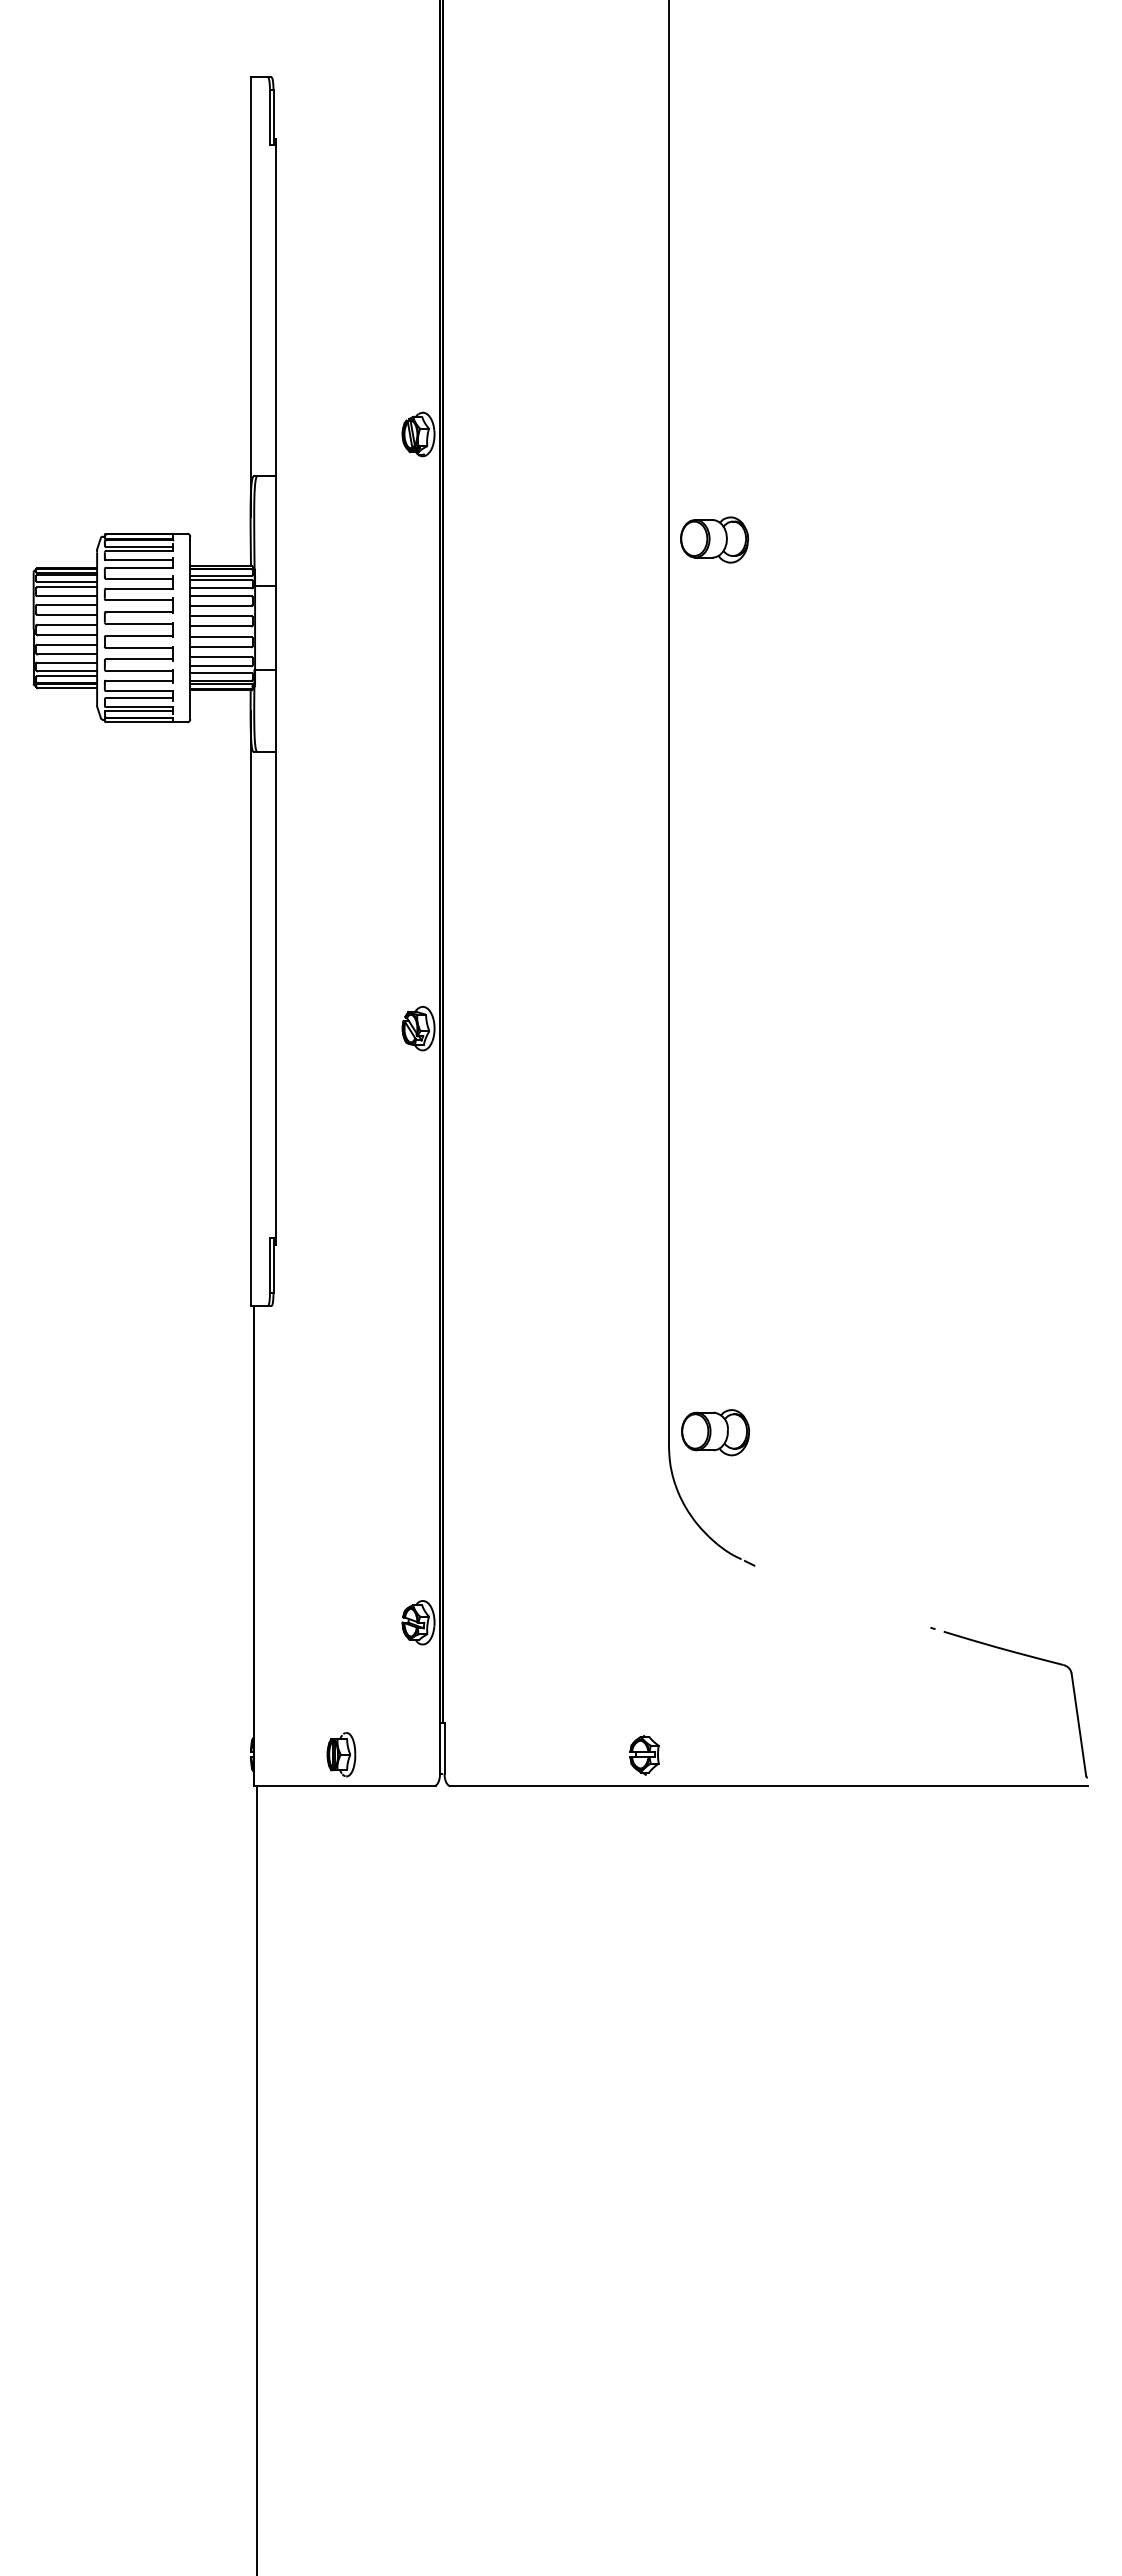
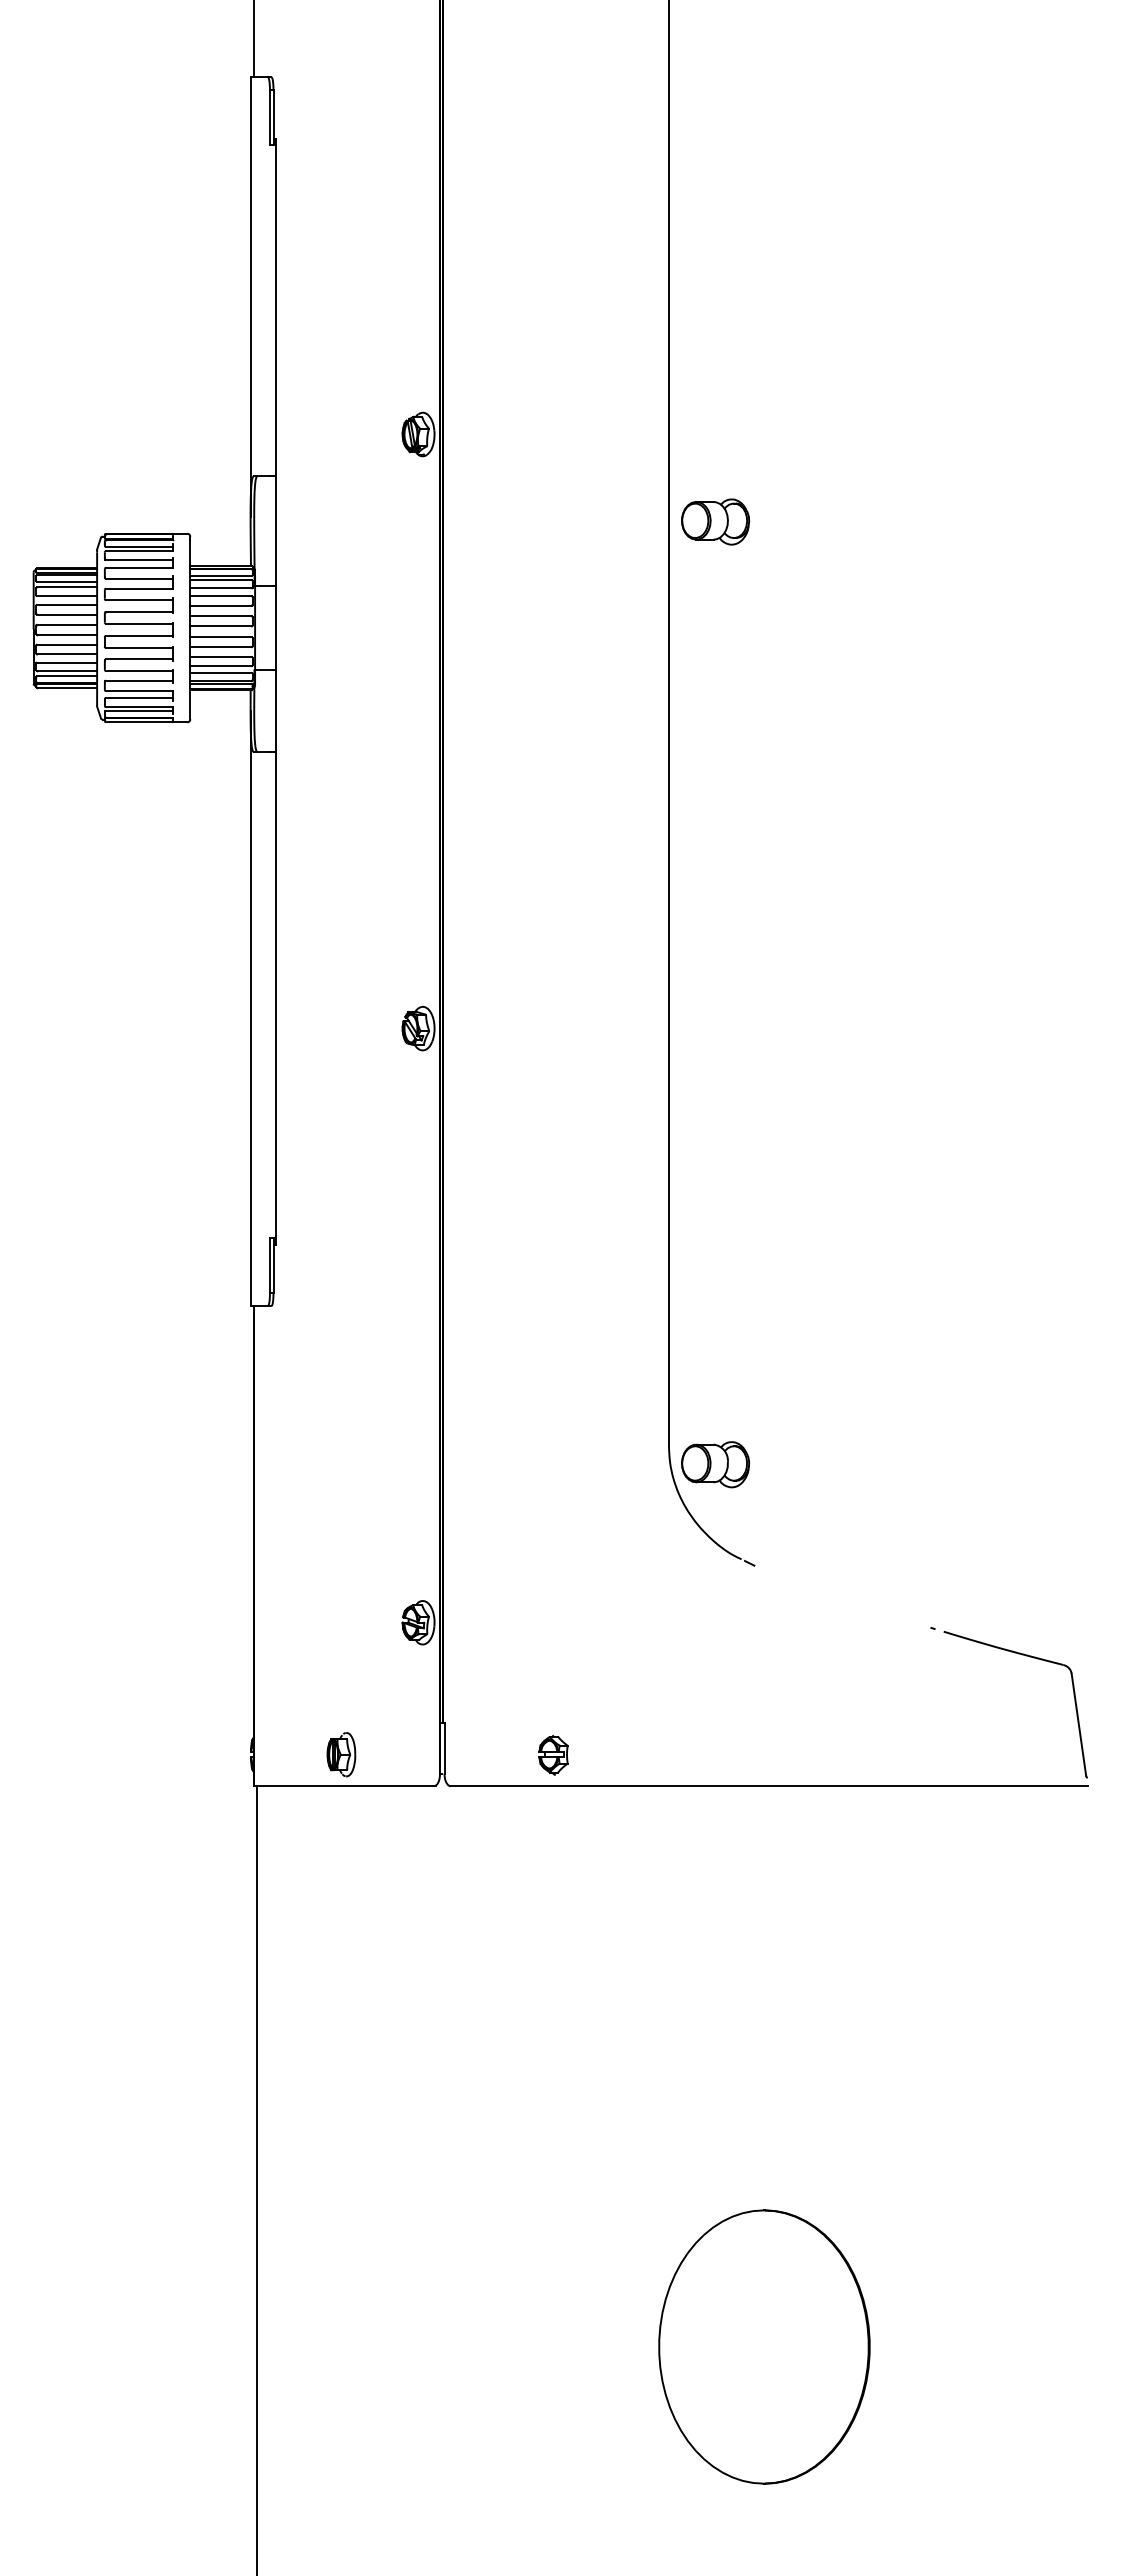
line at (254, 39): none -> present
part at (714, 539) position: (714, 539) -> (715, 521)
part at (715, 1432) position: (715, 1432) -> (715, 1464)
part at (644, 1755) position: (644, 1755) -> (553, 1755)
part at (764, 2346): none -> present
